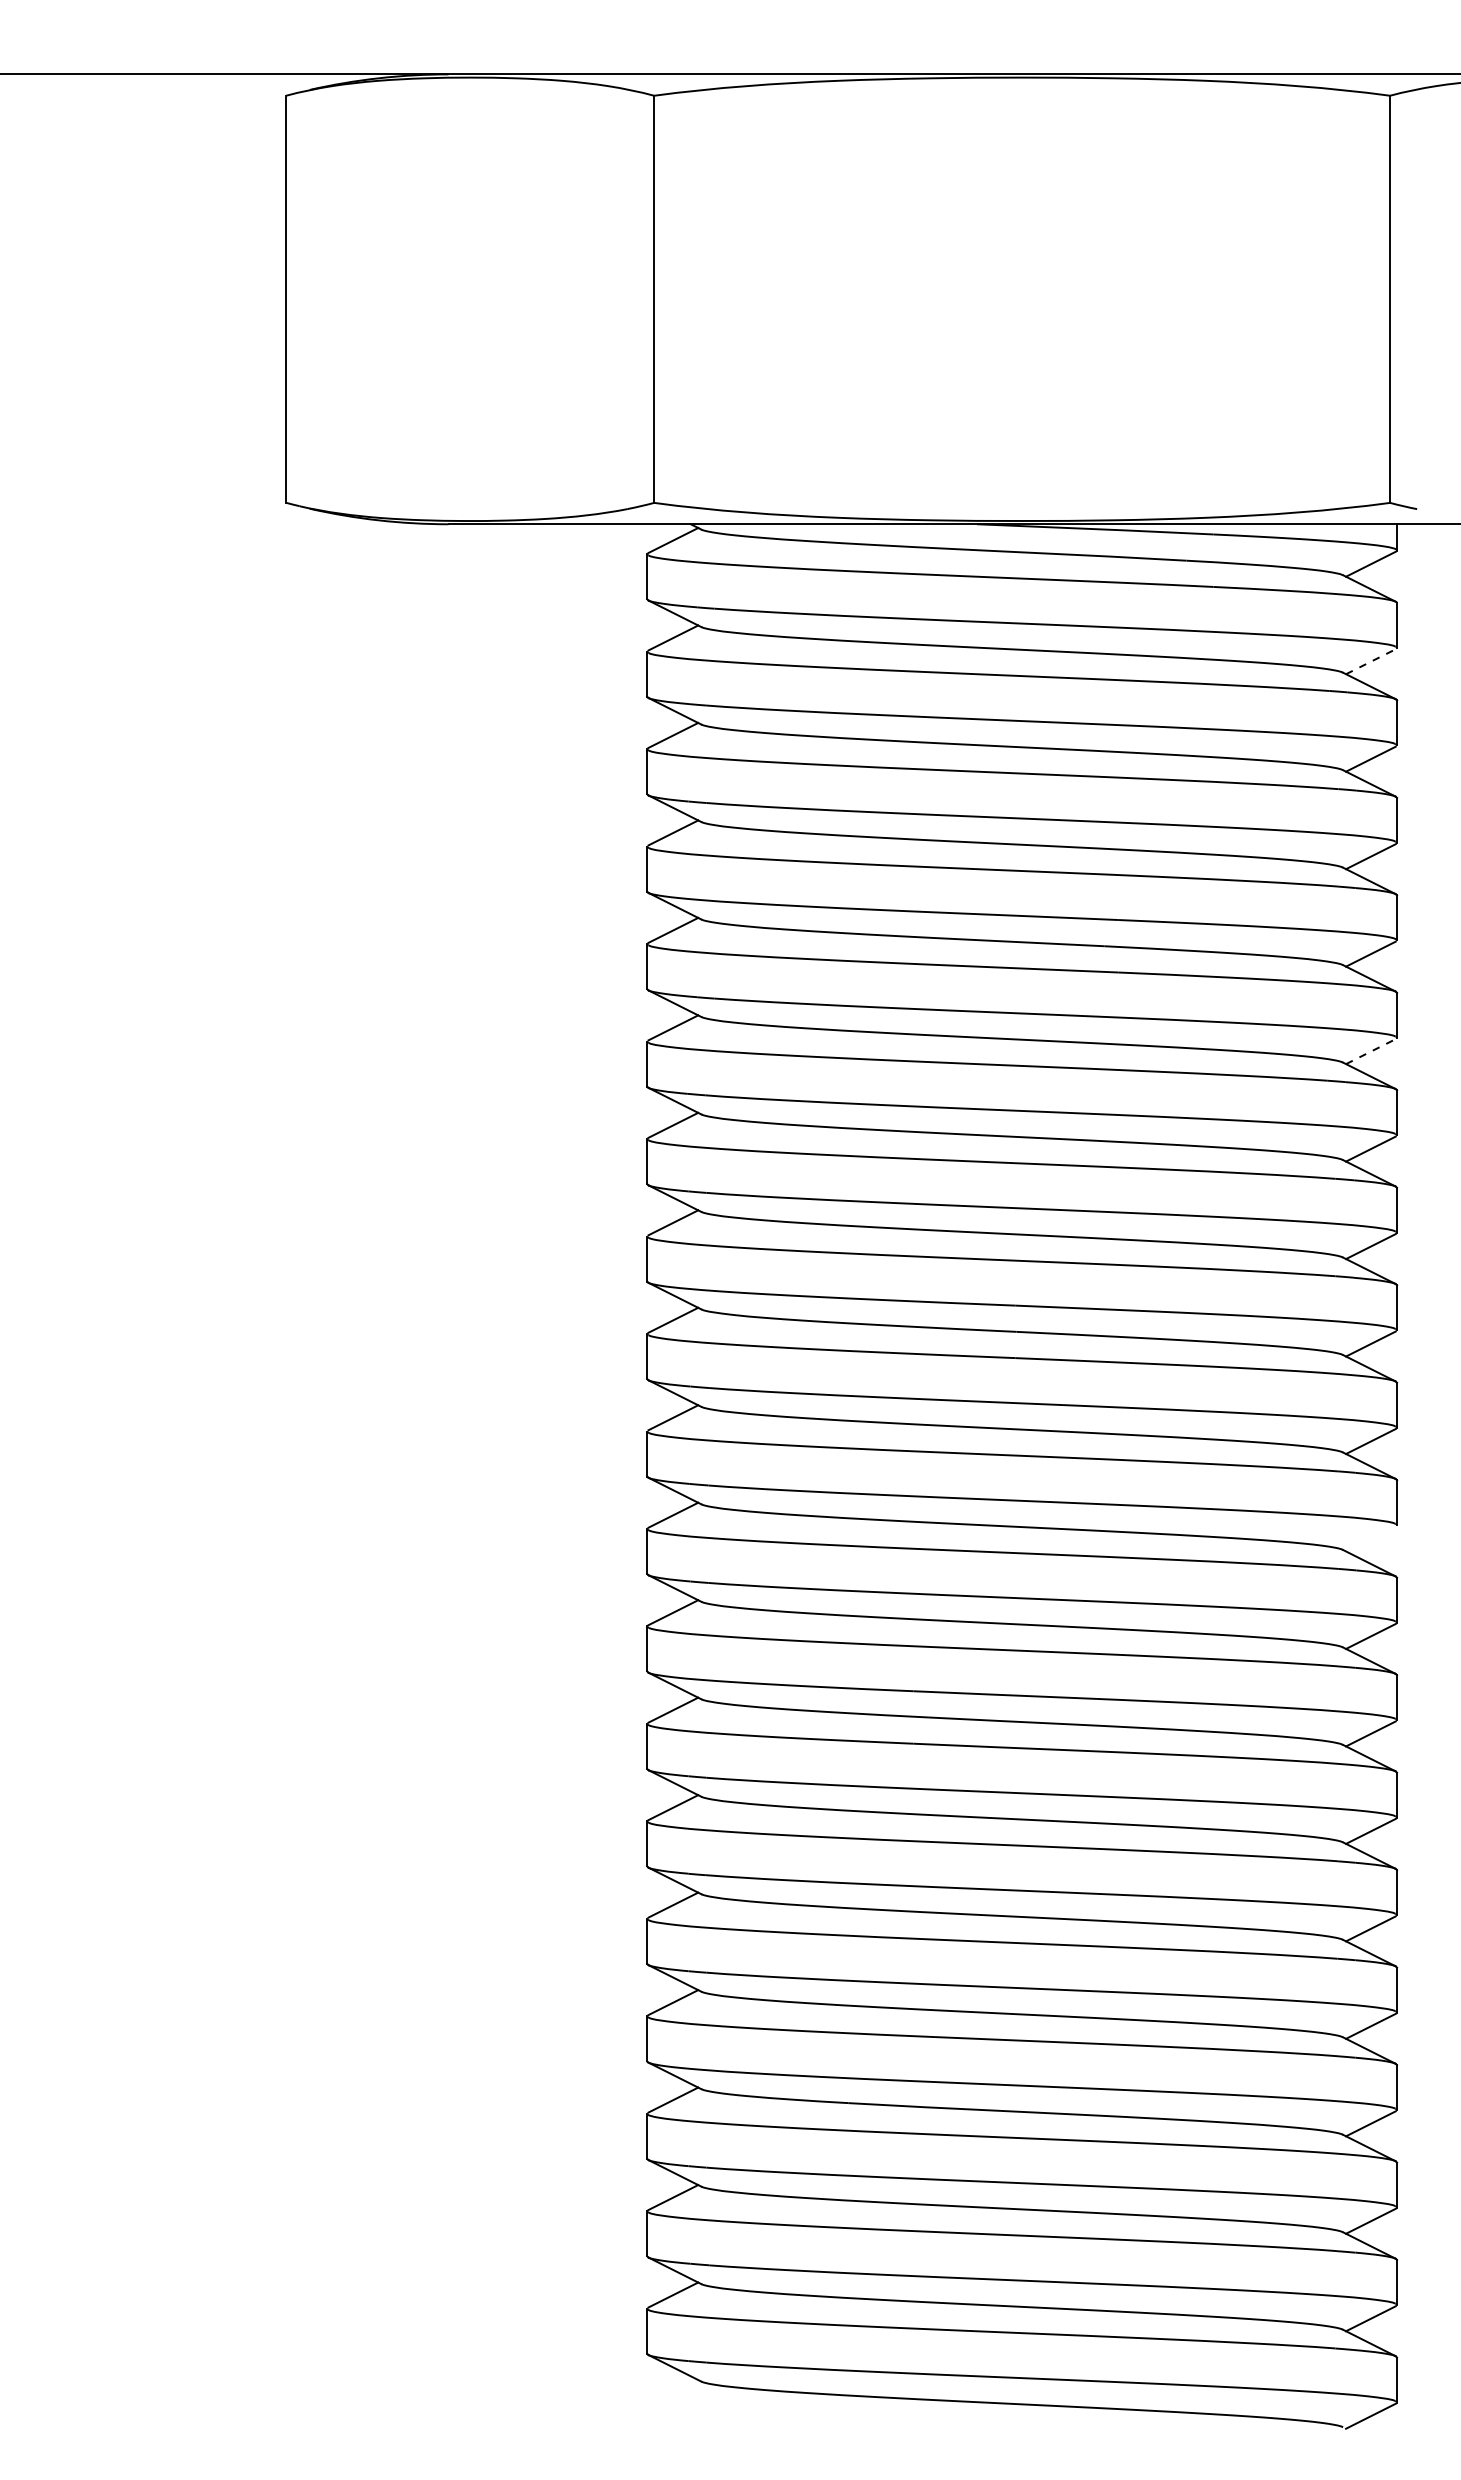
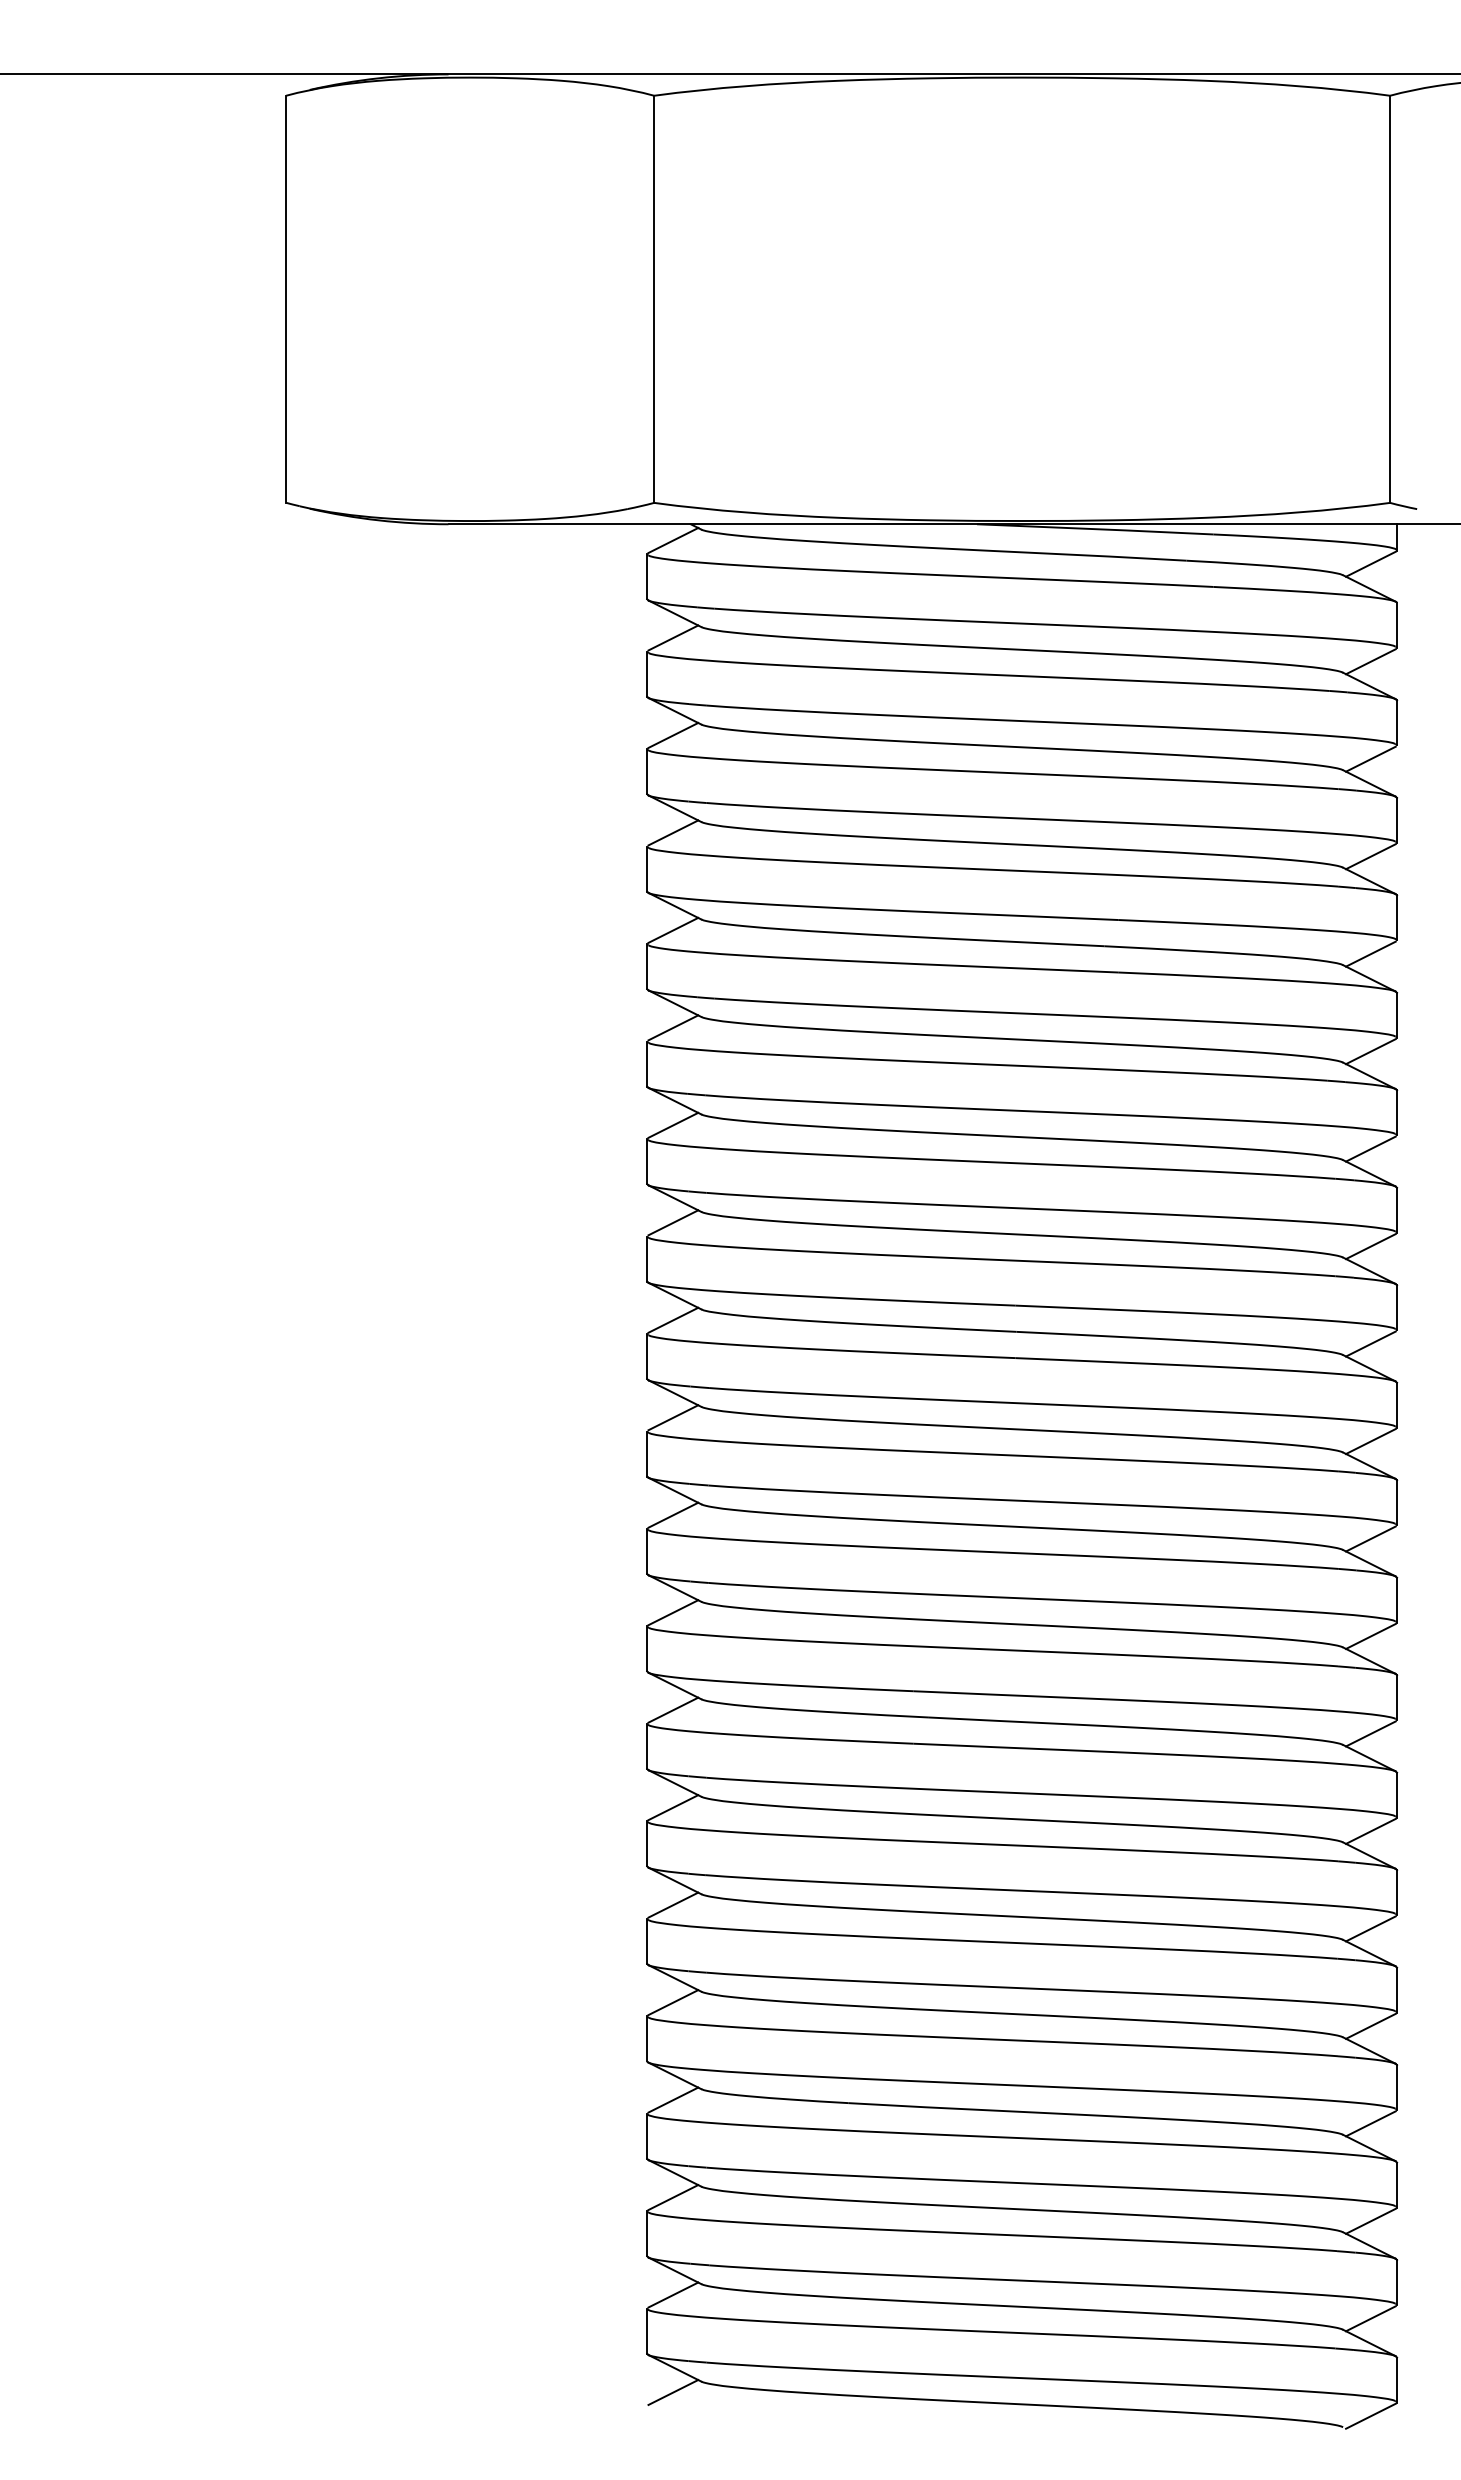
line at (1370, 661): dashed -> solid
line at (1370, 1051): dashed -> solid
line at (1370, 1538): none -> present
line at (673, 2392): none -> present
